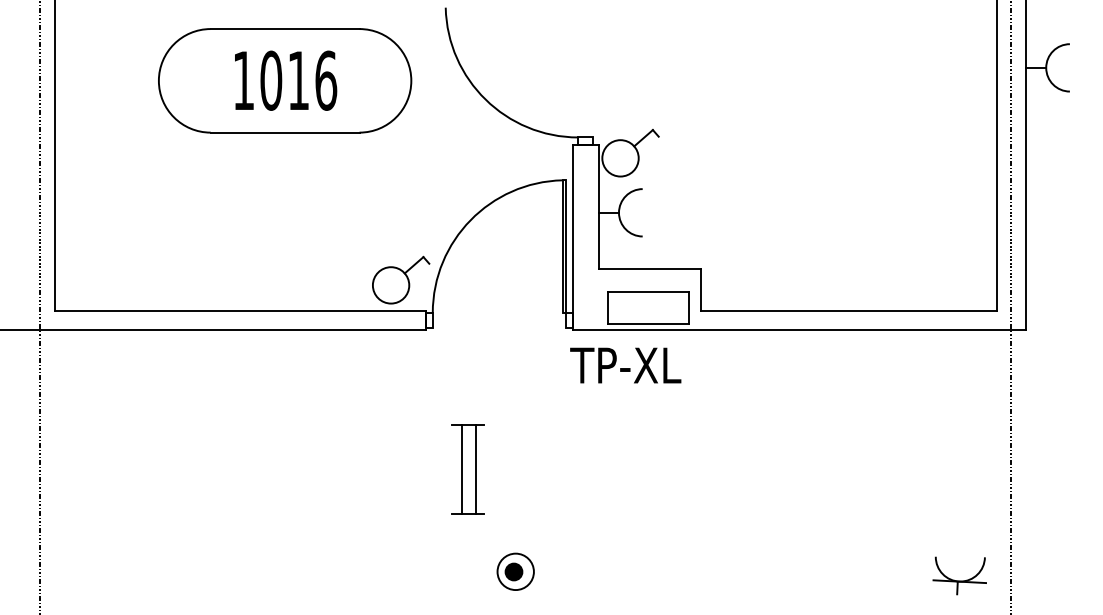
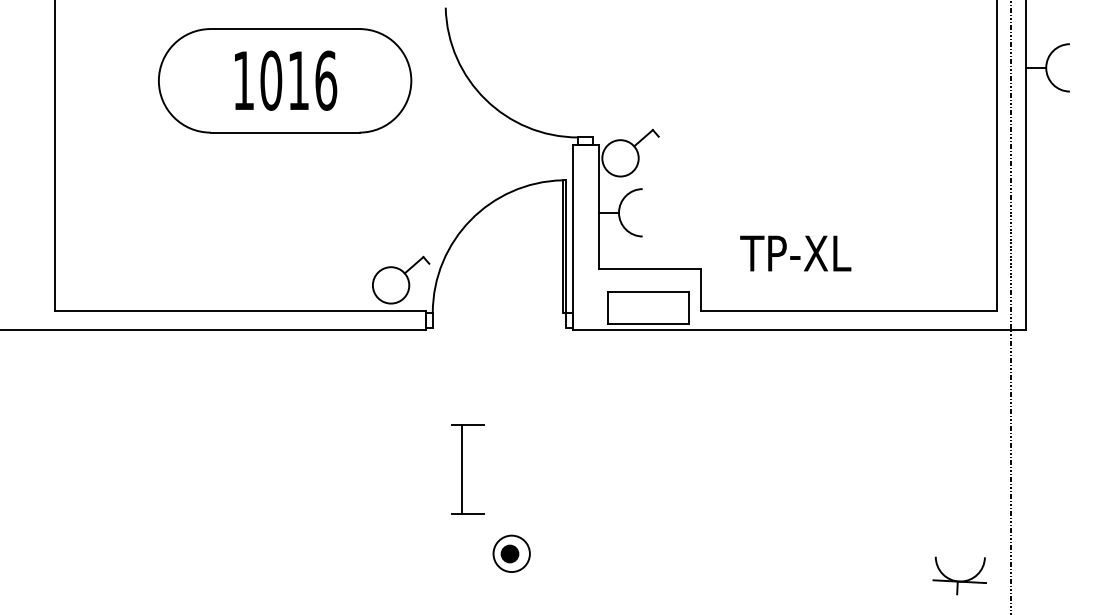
line at (40, 306): present -> none
text at (625, 365) position: (625, 365) -> (795, 253)
line at (475, 468): present -> none
part at (515, 571) position: (515, 571) -> (511, 553)
